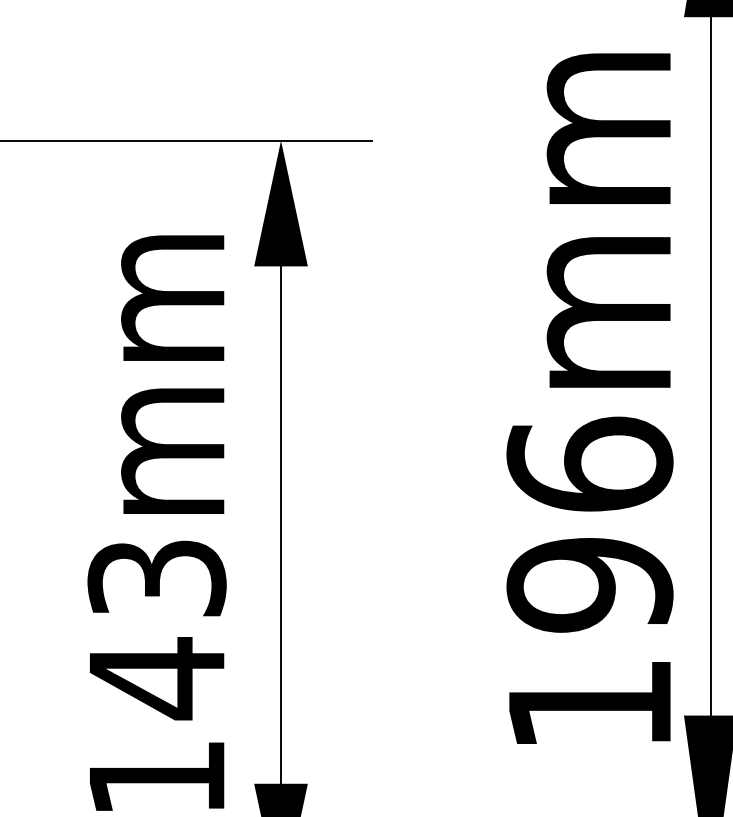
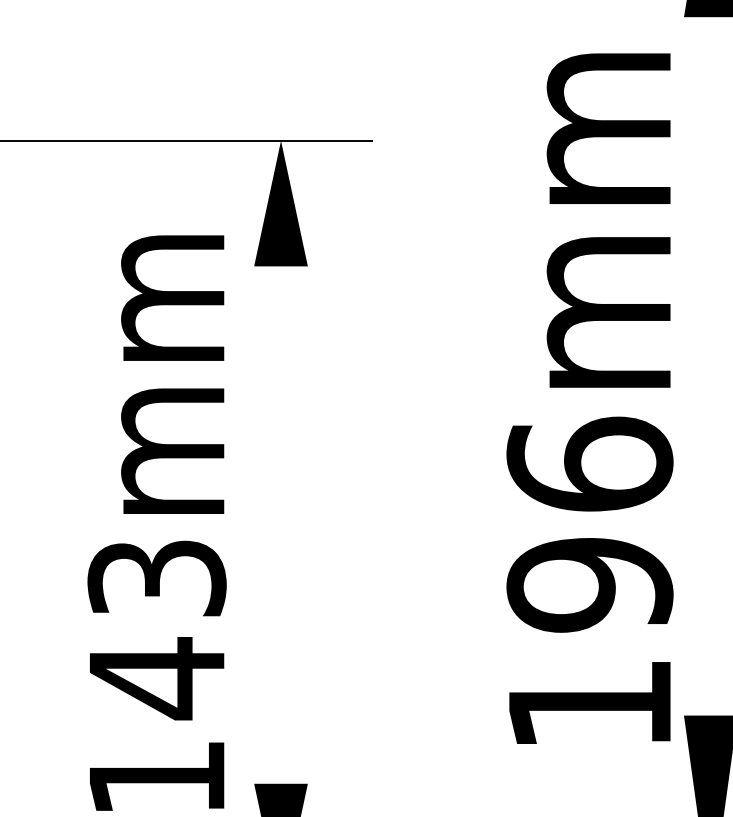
line at (710, 366): present -> none
line at (281, 524): present -> none
